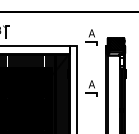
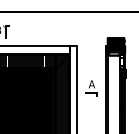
part at (91, 37): present -> none
